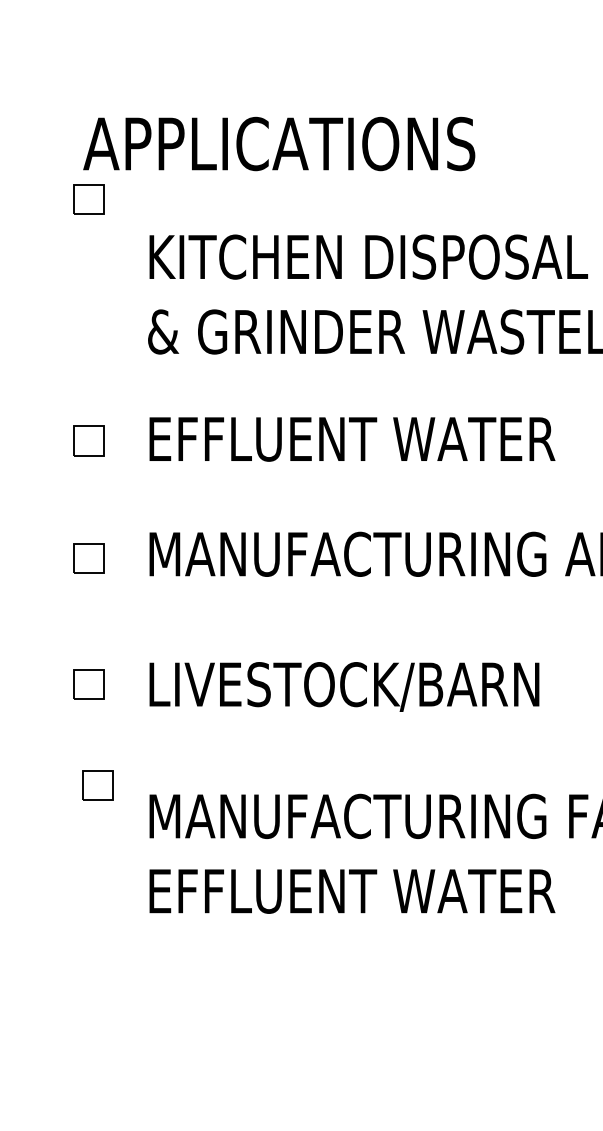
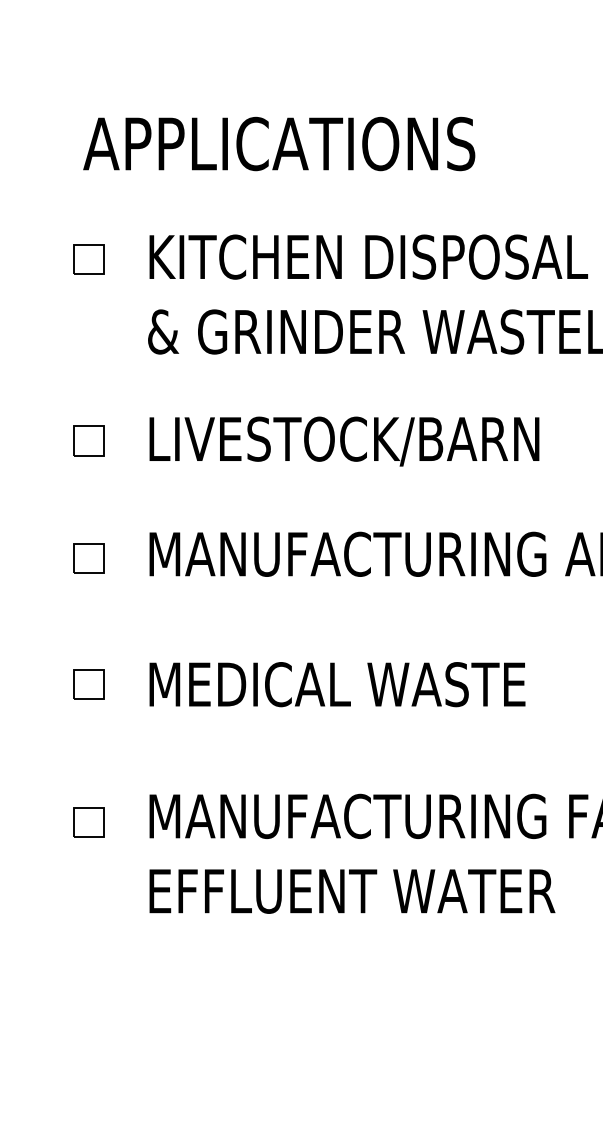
part at (88, 199) position: (88, 199) -> (88, 259)
text at (354, 441): EFFLUENT WATER -> LIVESTOCK/BARN
text at (346, 686): LIVESTOCK/BARN -> MEDICAL WASTE
part at (97, 785) position: (97, 785) -> (88, 822)
